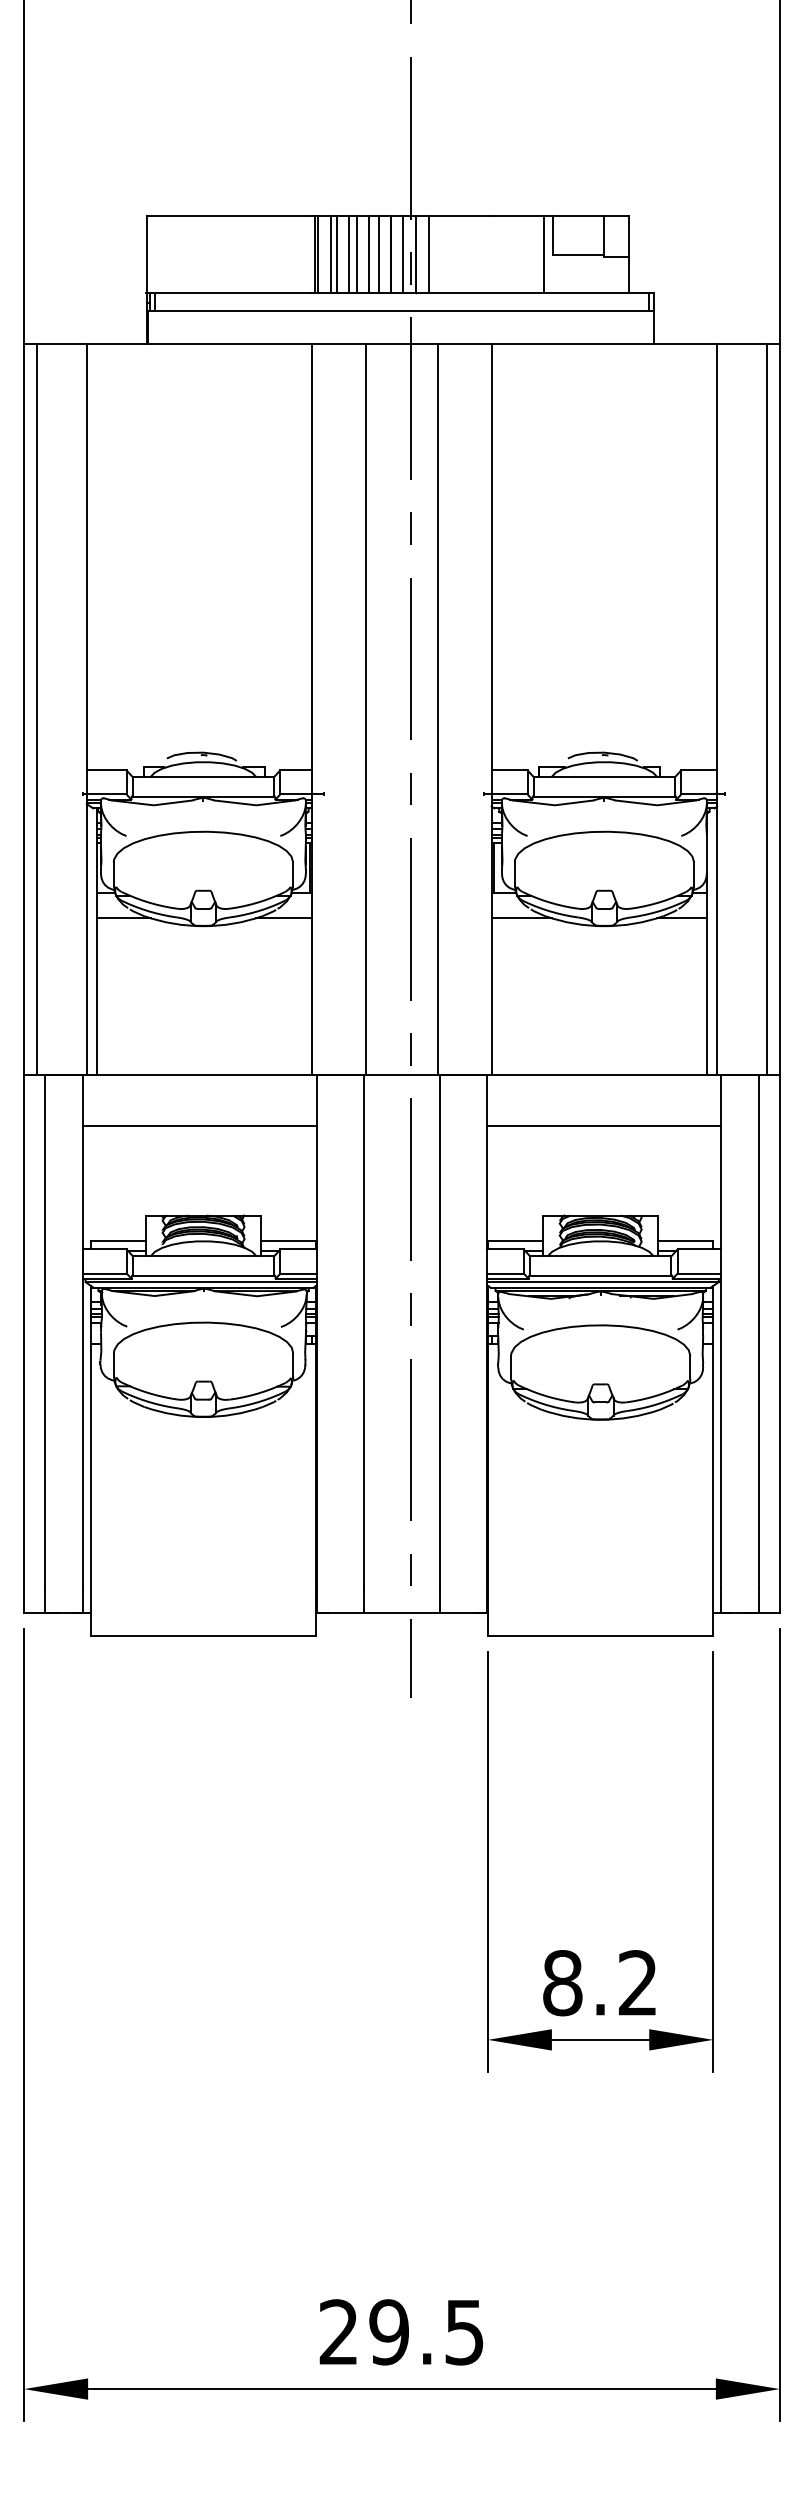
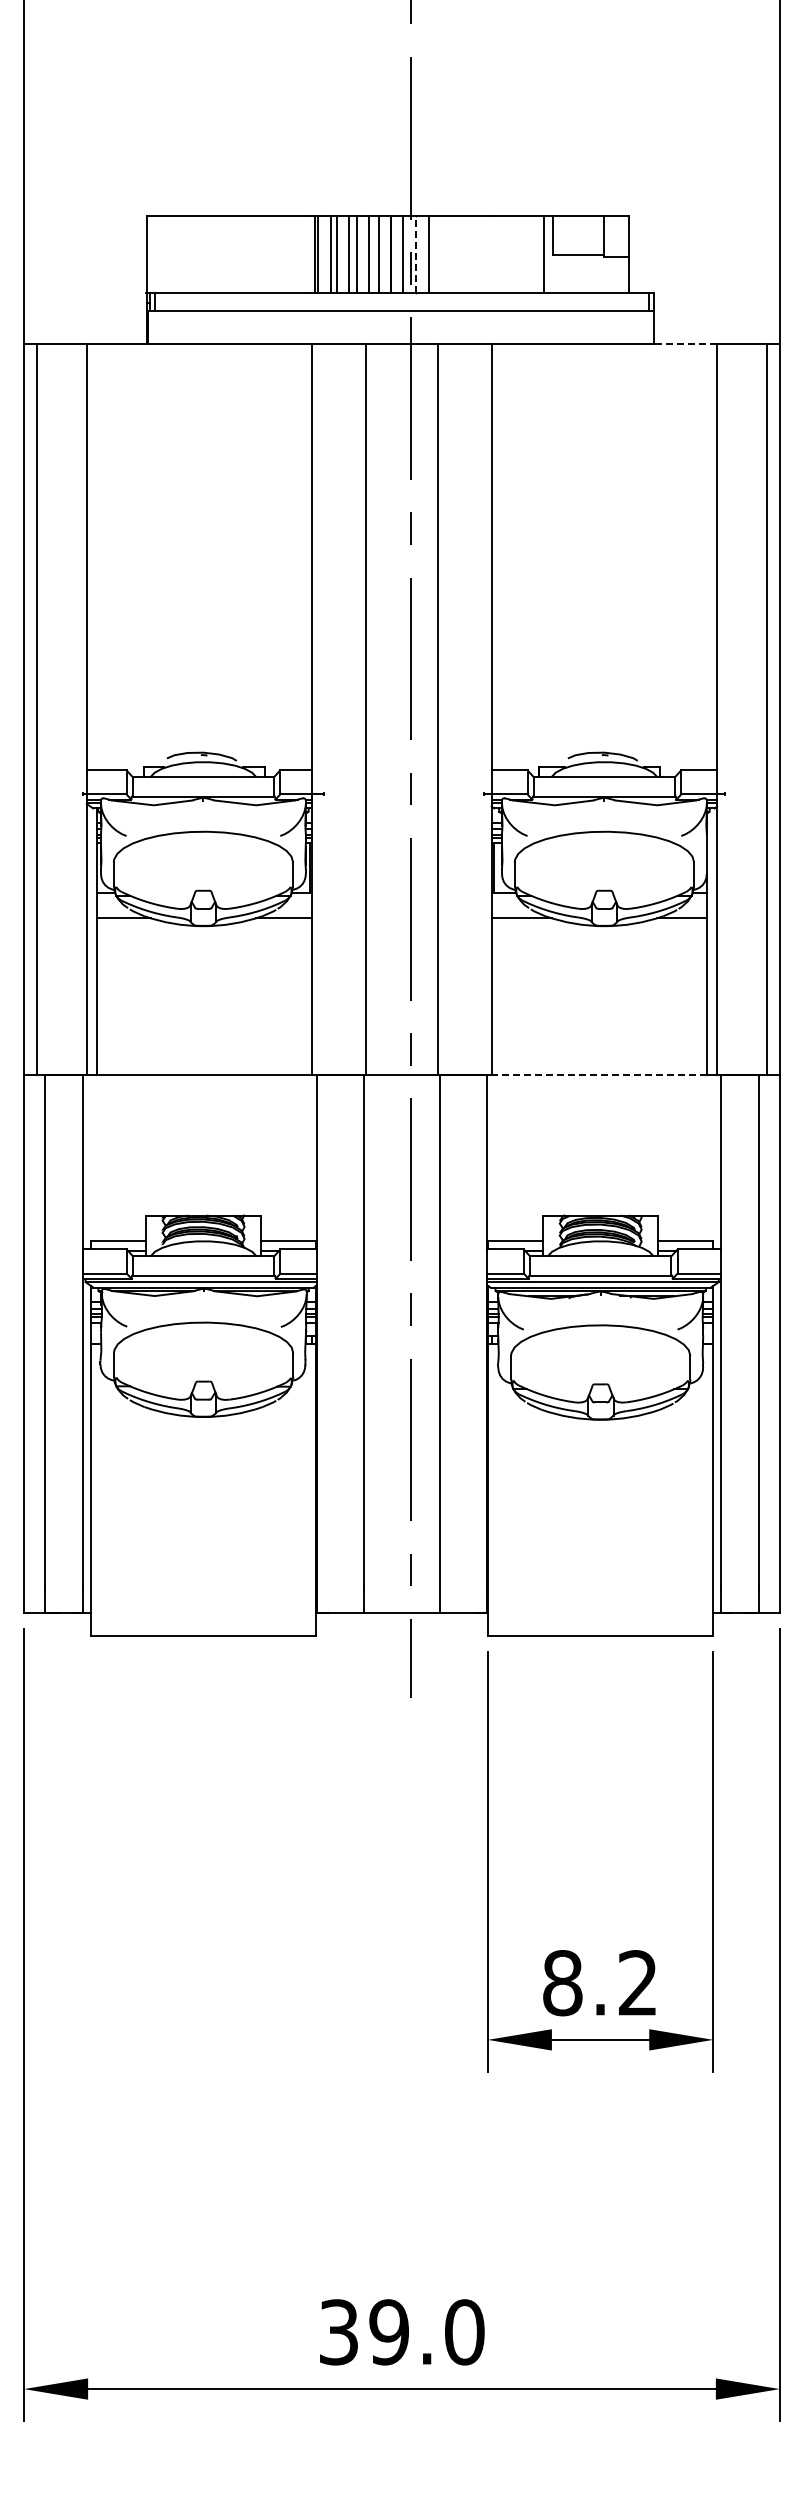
line at (415, 254): solid -> dashed
line at (685, 344): solid -> dashed
line at (599, 1074): solid -> dashed
line at (199, 1125): present -> none
line at (603, 1125): present -> none
text at (401, 2332): 29.5 -> 39.0
